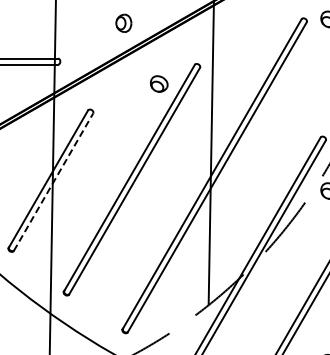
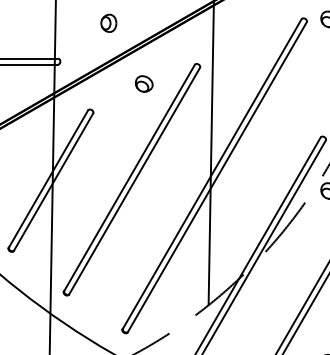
part at (123, 22) position: (123, 22) -> (108, 22)
part at (159, 83) position: (159, 83) -> (144, 83)
line at (53, 181): dashed -> solid
